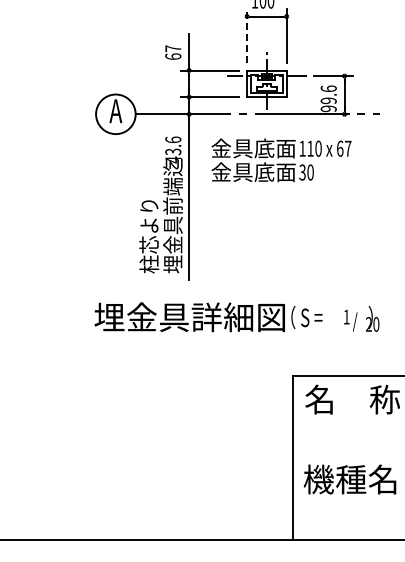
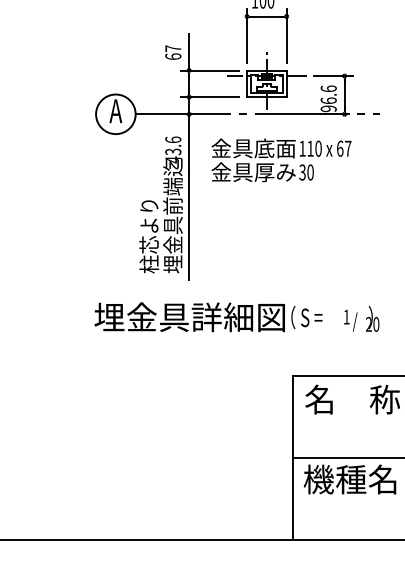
line at (247, 35): dashed -> solid
text at (328, 100): 99.6 -> 96.6
text at (275, 172): 金具底面 -> 金具厚み
line at (347, 458): none -> present
